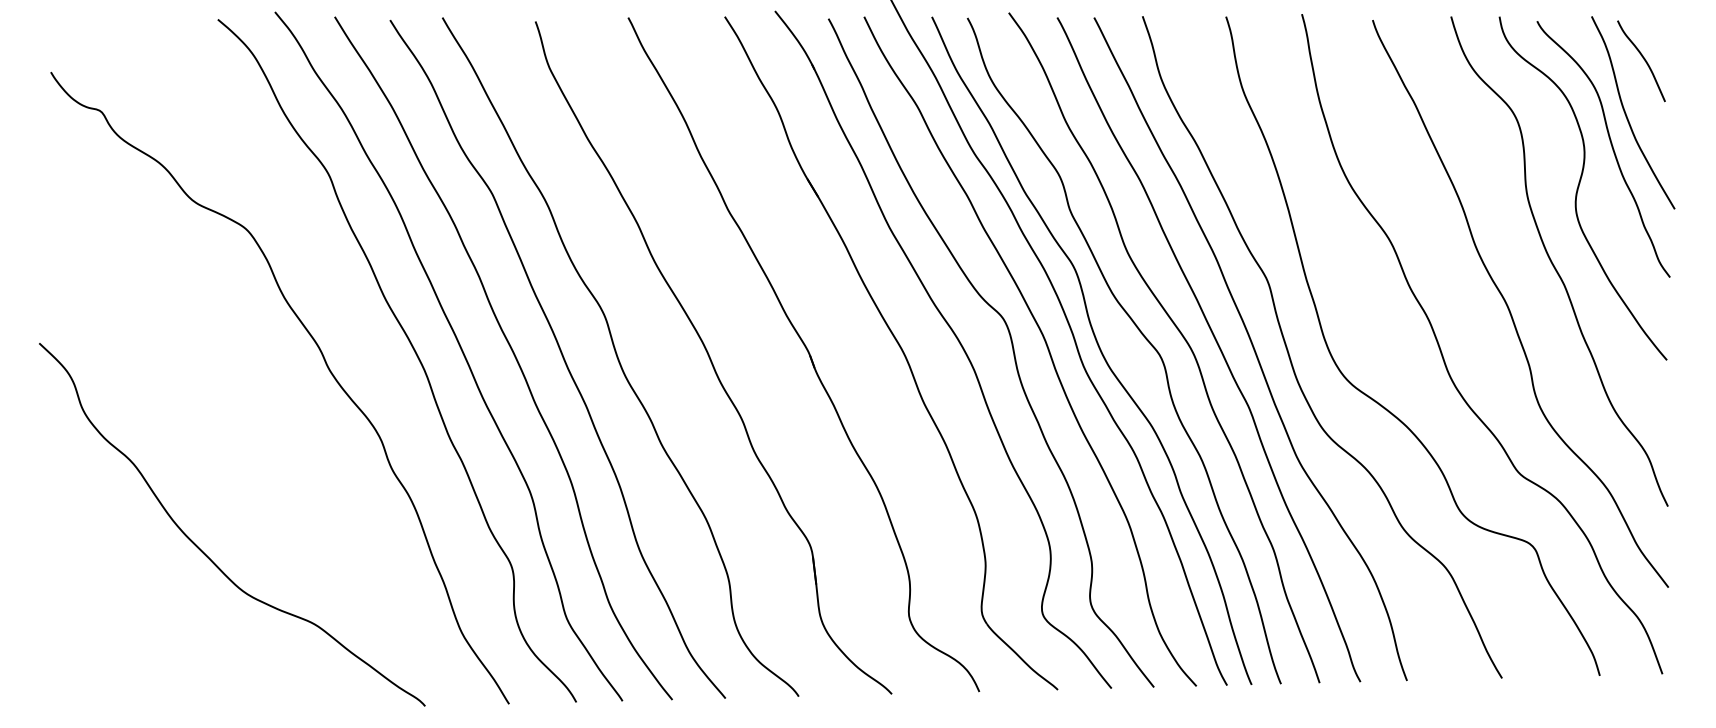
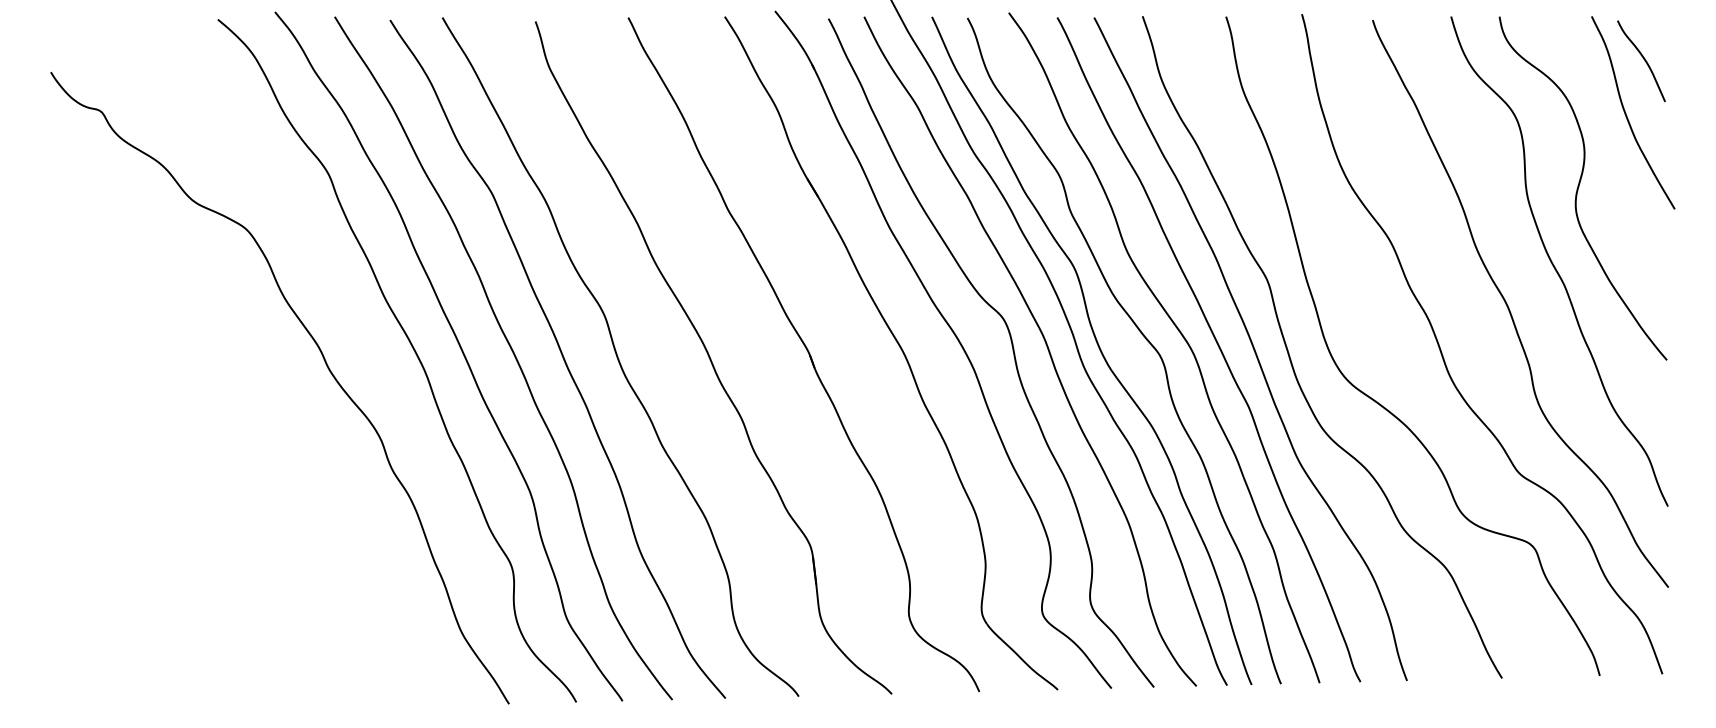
curve at (1611, 147): present -> none
curve at (204, 552): present -> none
